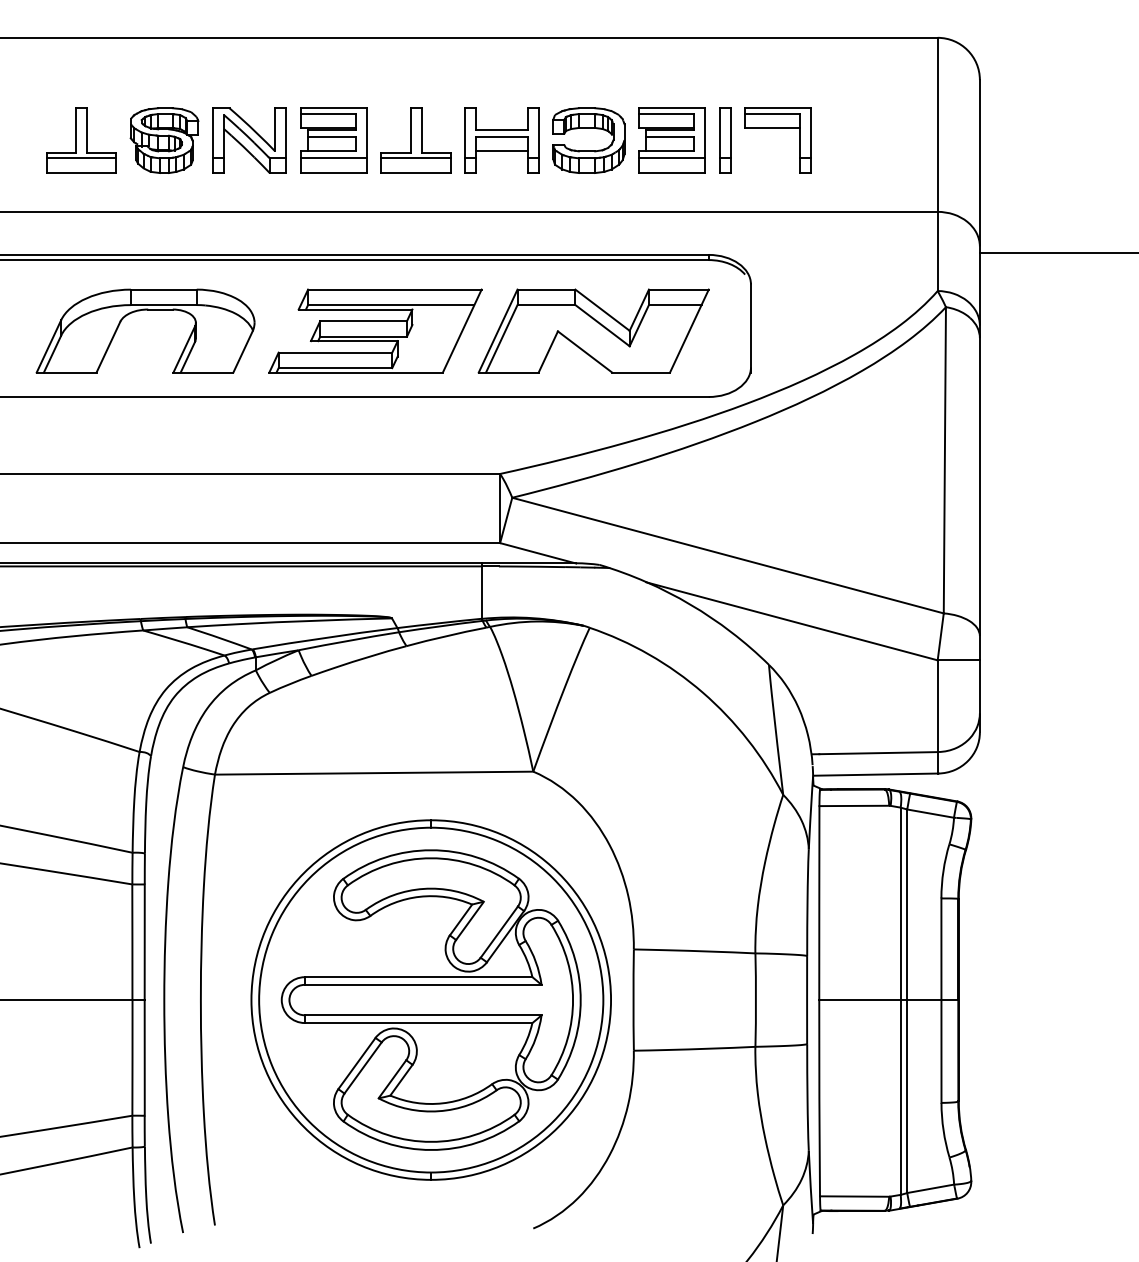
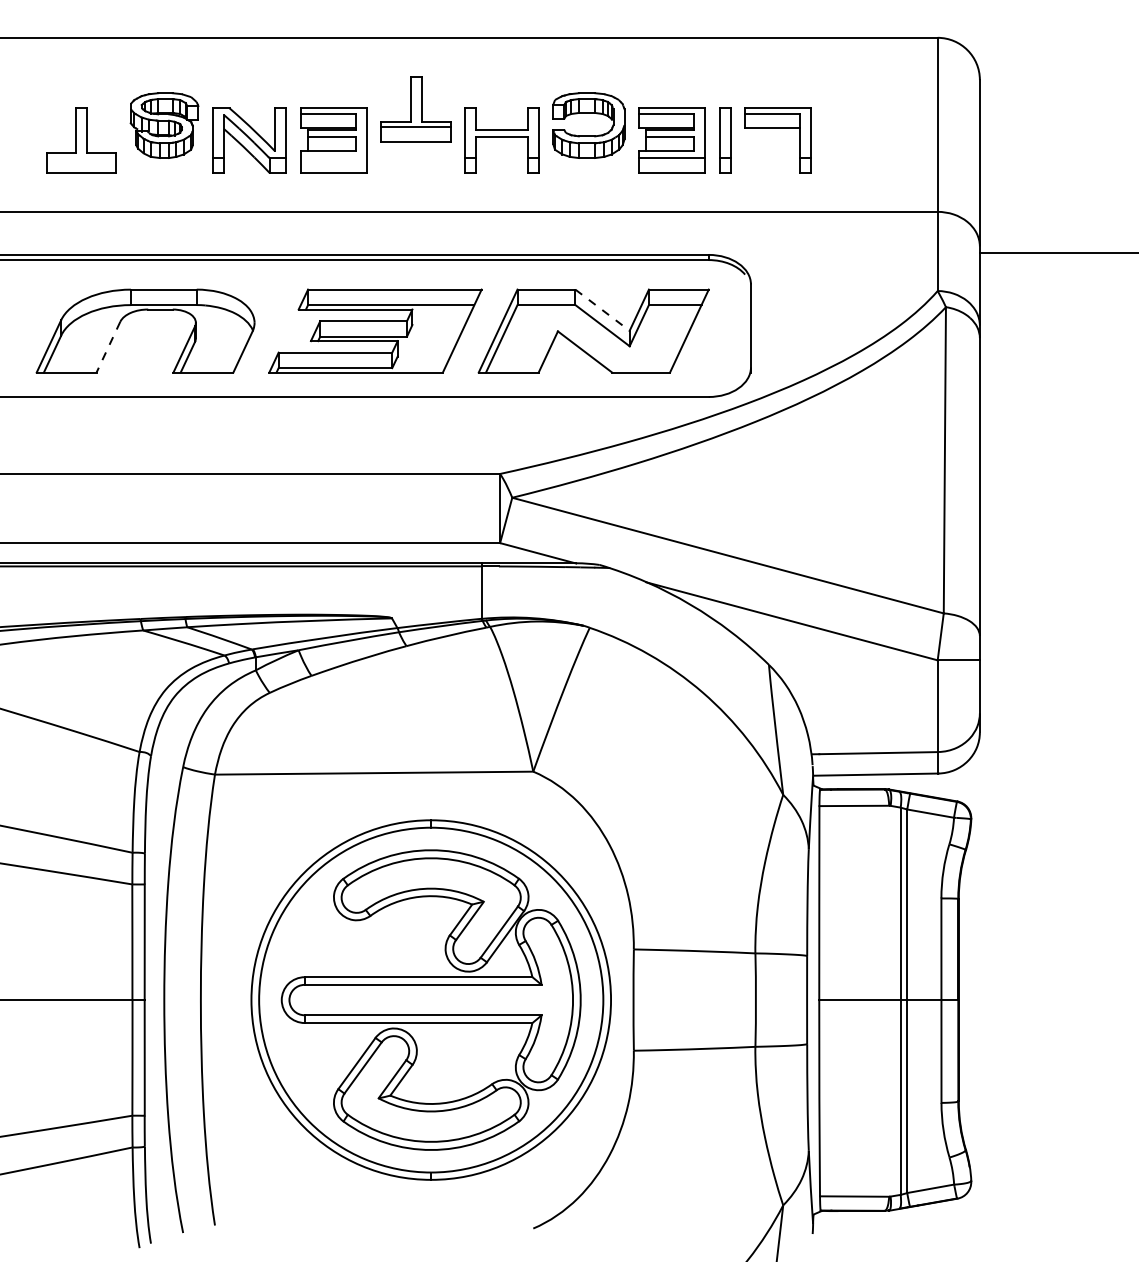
part at (164, 140) position: (164, 140) -> (164, 125)
part at (415, 140) position: (415, 140) -> (415, 109)
part at (588, 150) position: (588, 150) -> (588, 135)
line at (501, 151): present -> none
line at (81, 158): present -> none
line at (333, 158): present -> none
line at (602, 310): solid -> dashed
line at (108, 347): solid -> dashed
